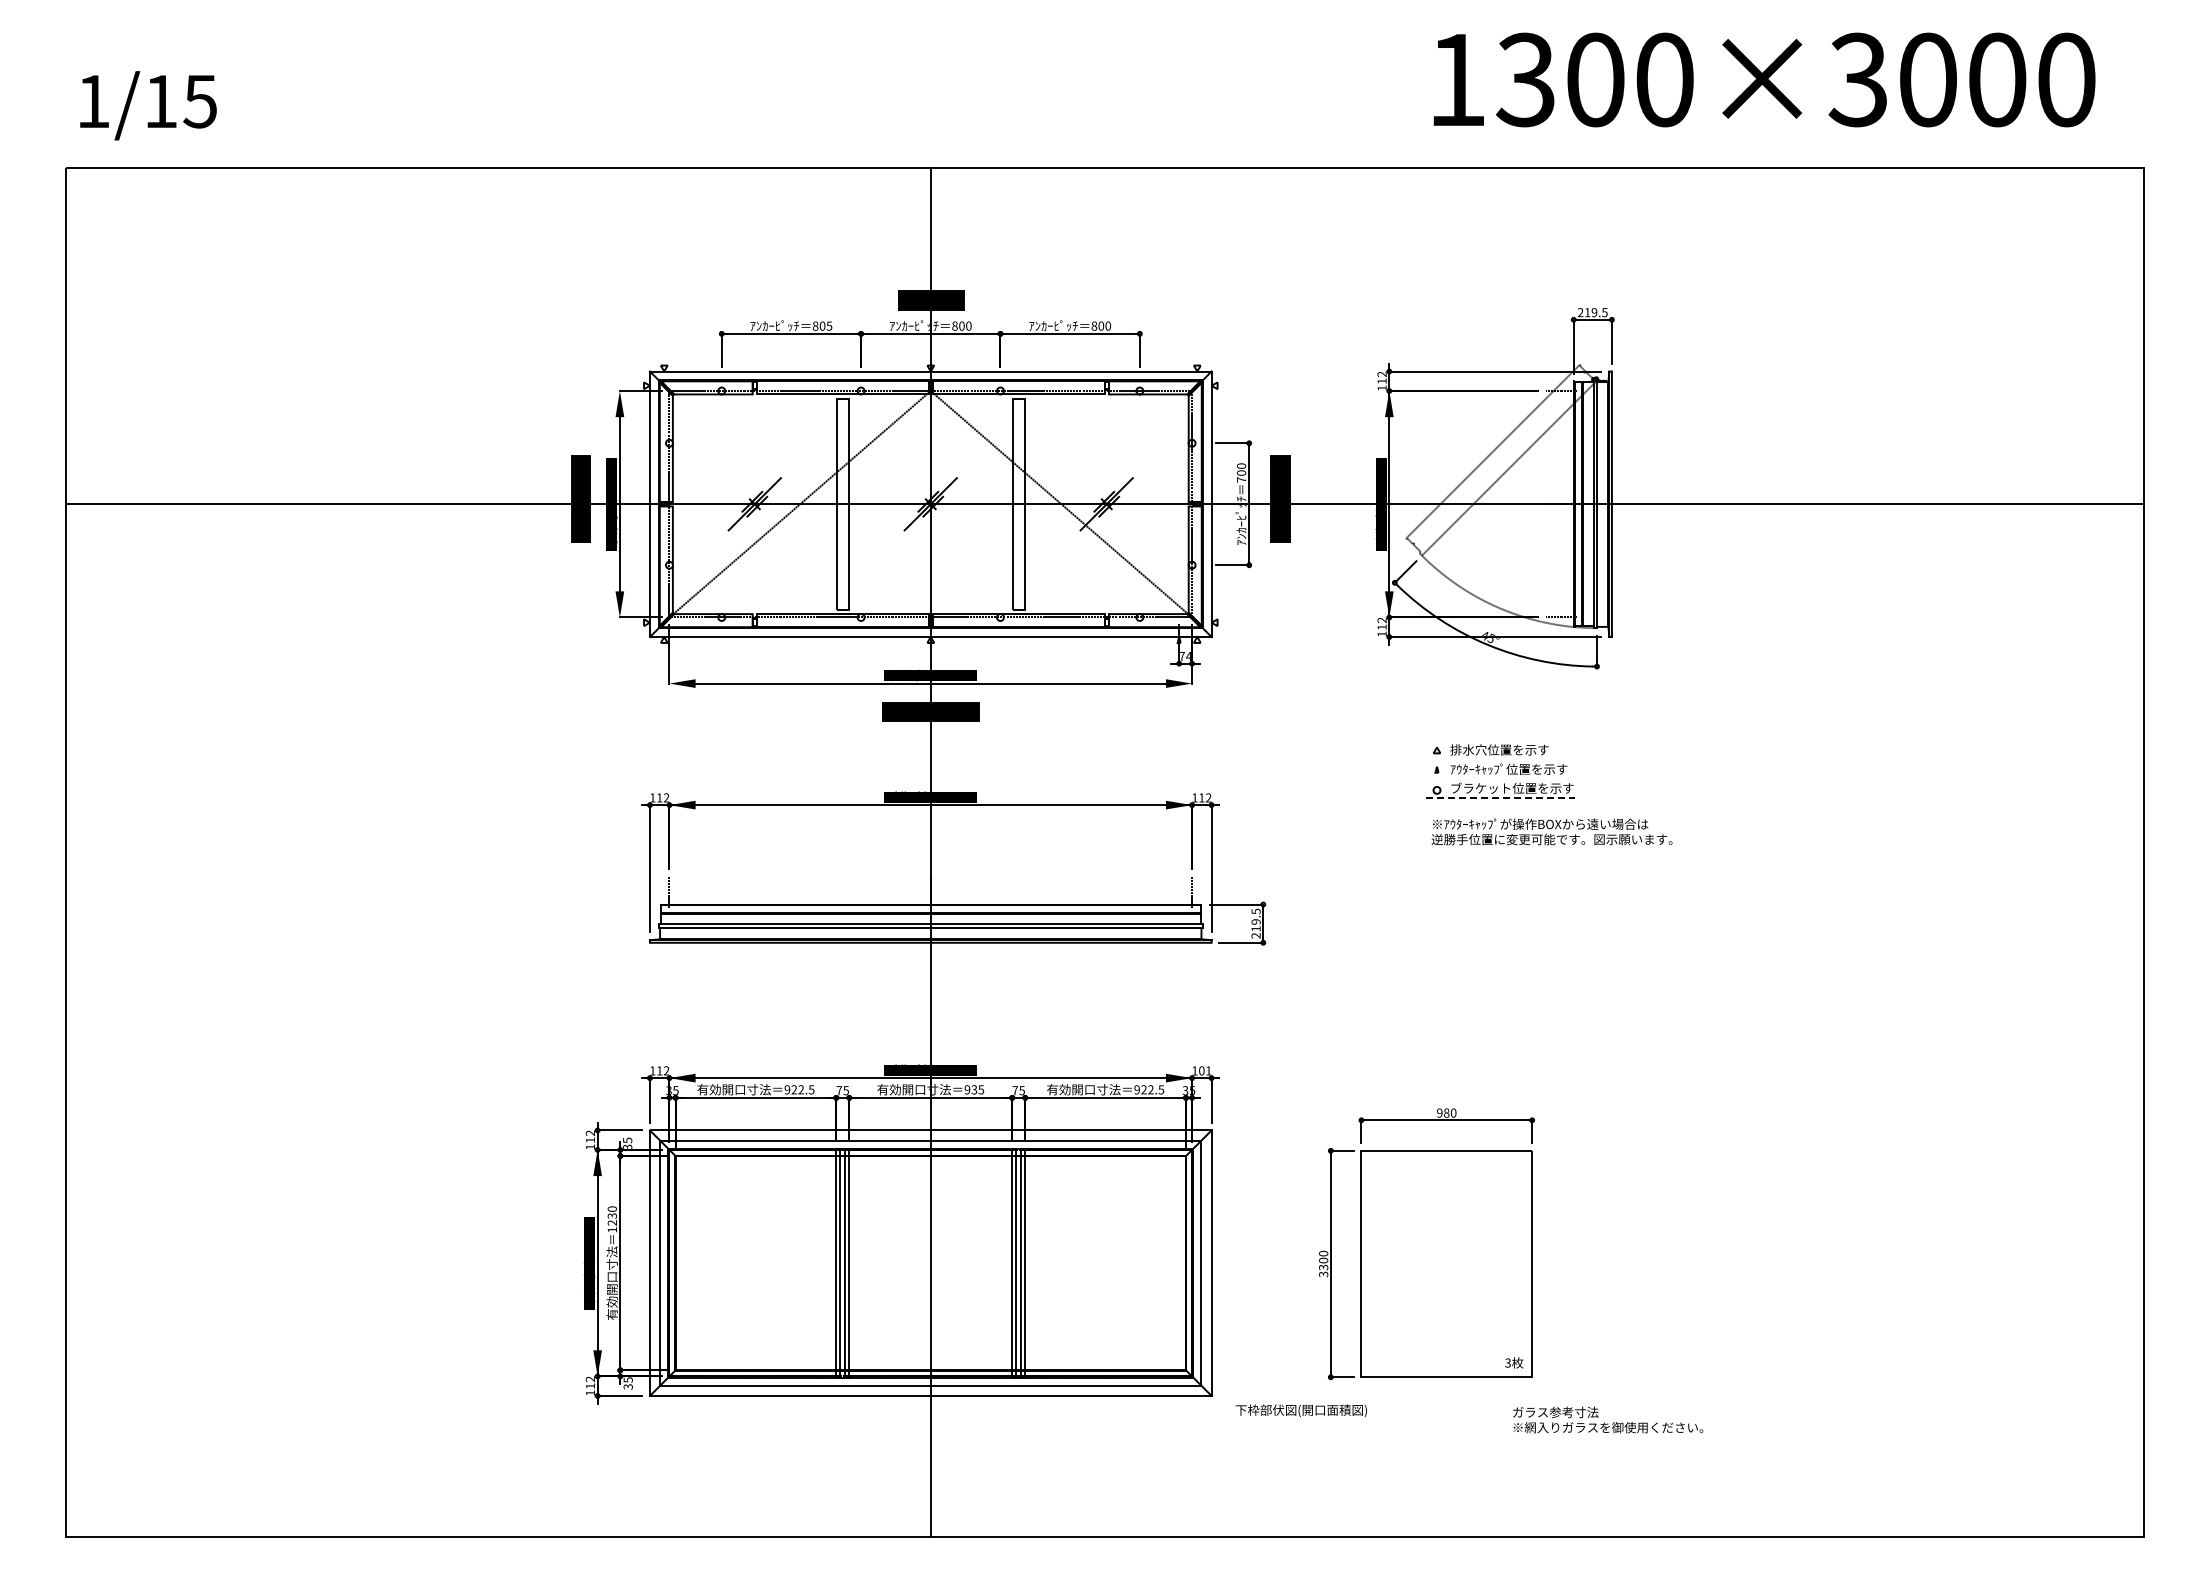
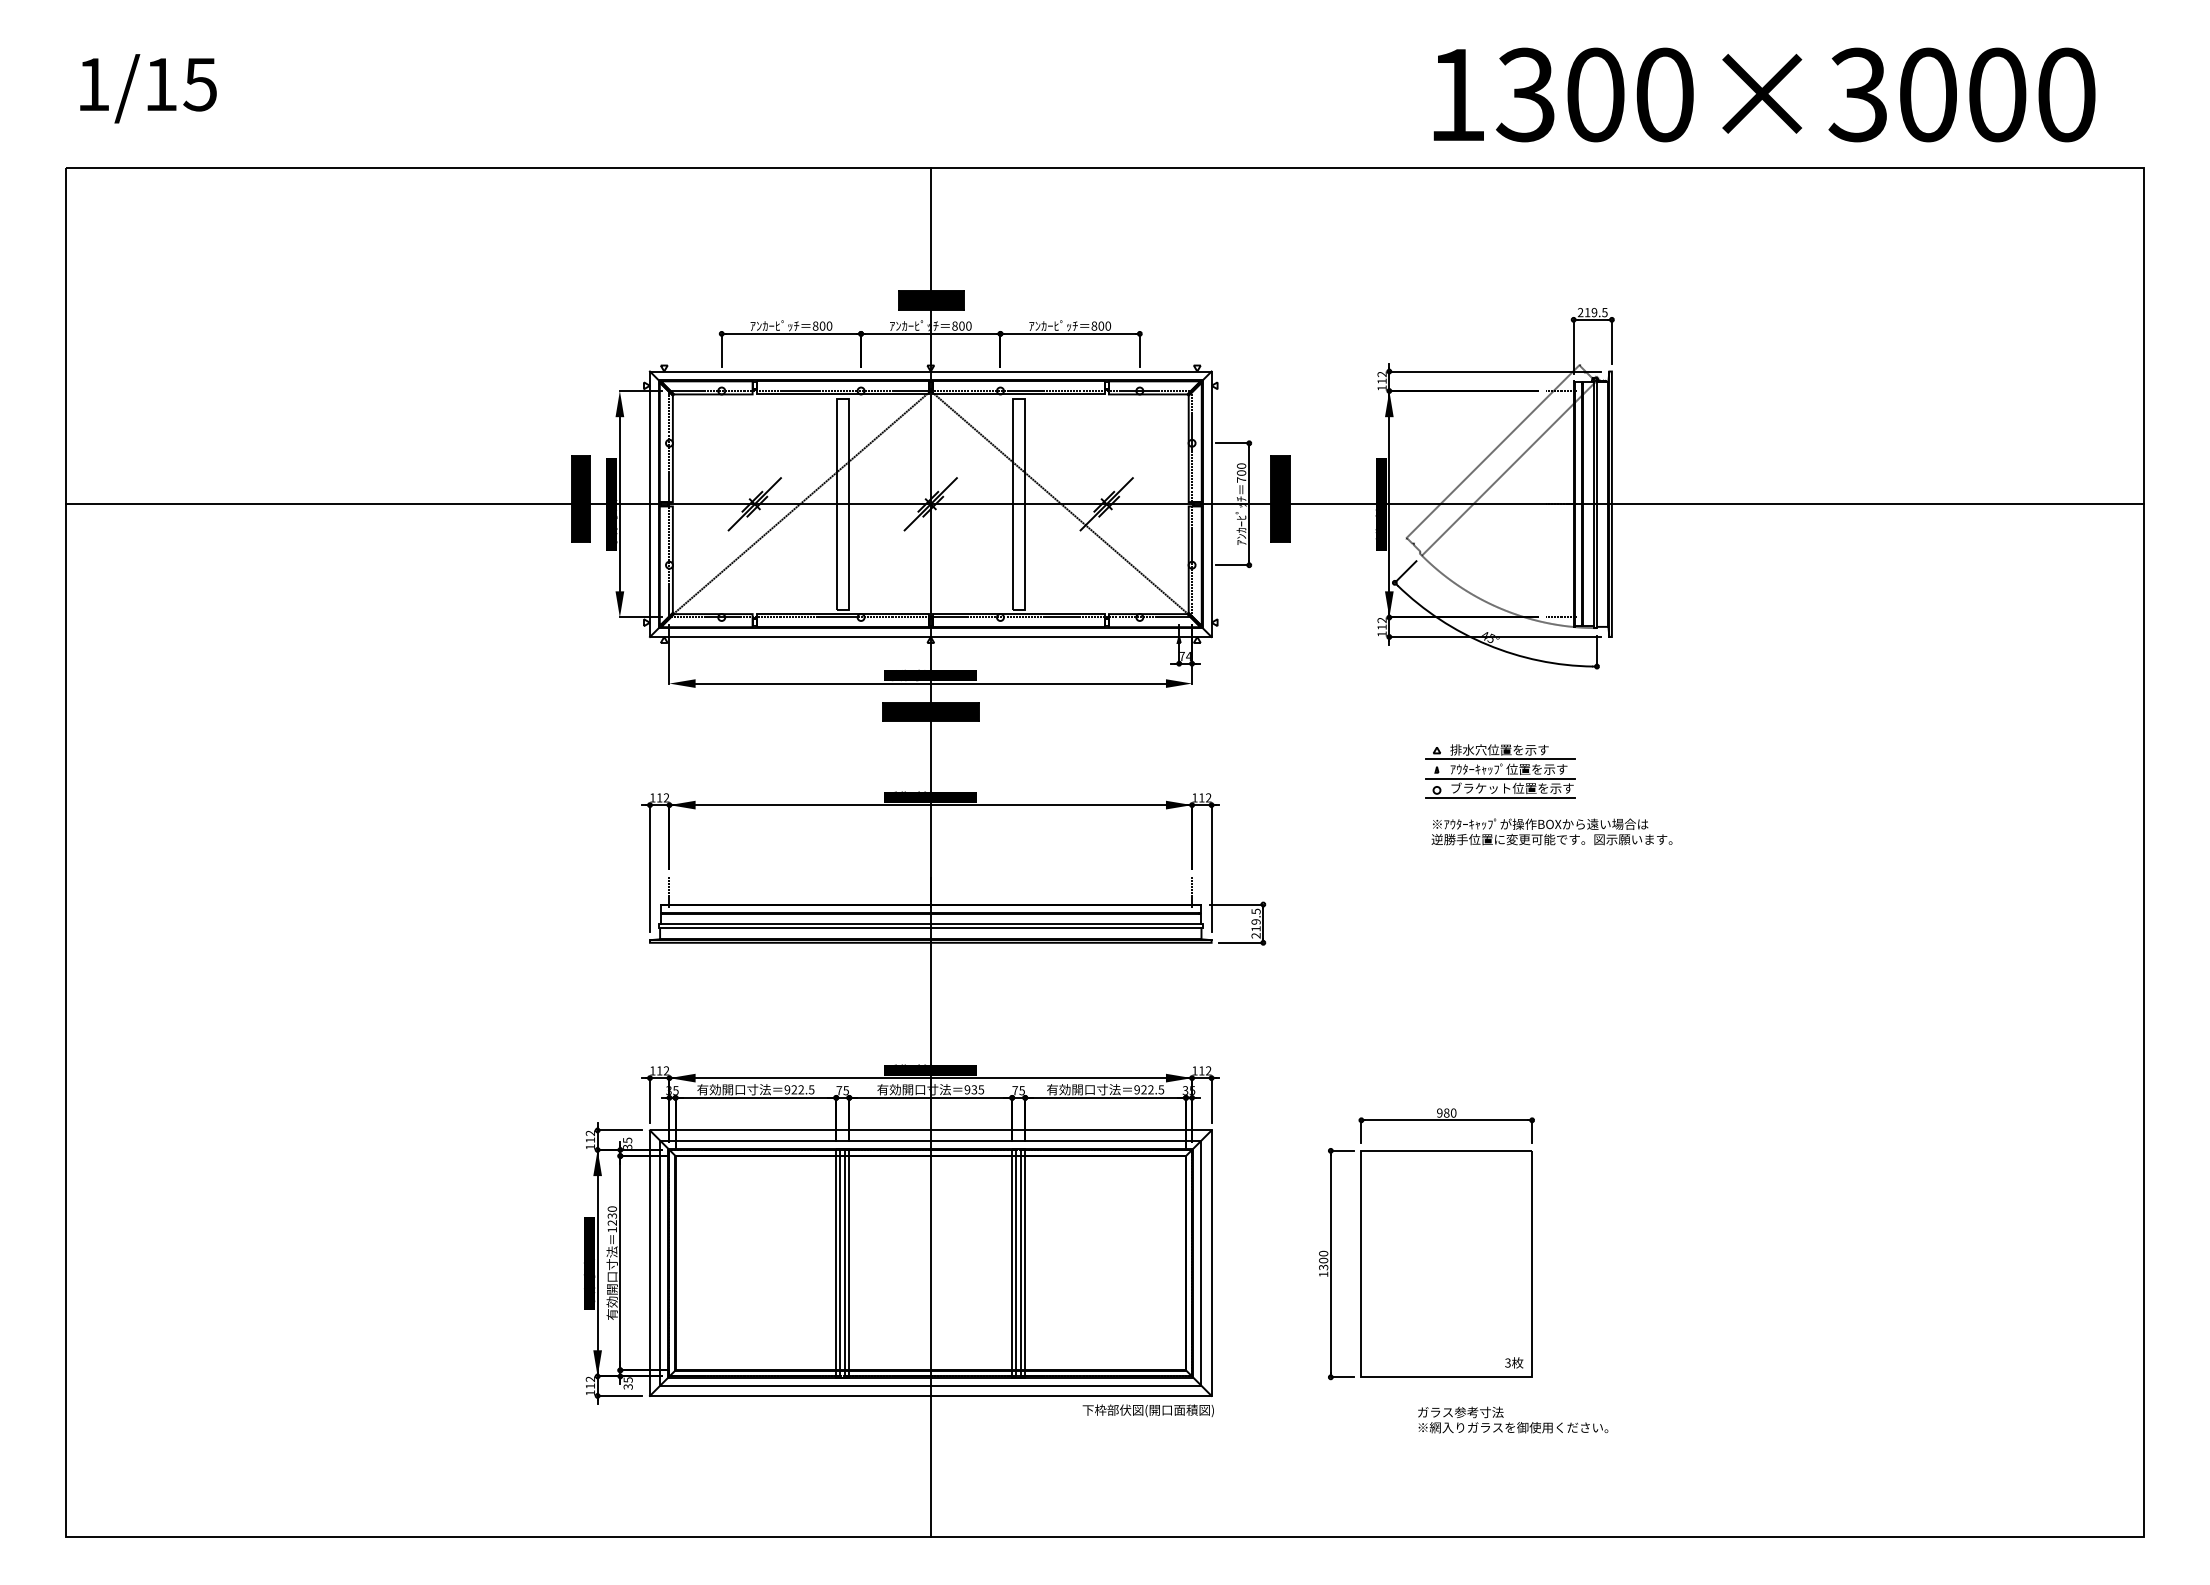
text at (1764, 79) position: (1764, 79) -> (1764, 94)
text at (148, 105) position: (148, 105) -> (148, 88)
text at (829, 325): 805 -> 800
line at (1500, 758): none -> present
line at (1500, 778): none -> present
line at (1501, 798): dashed -> solid
text at (1205, 1070): 101 -> 112
text at (1323, 1274): 3300 -> 1300
text at (1300, 1410) position: (1300, 1410) -> (1147, 1410)
text at (1608, 1419) position: (1608, 1419) -> (1513, 1419)
